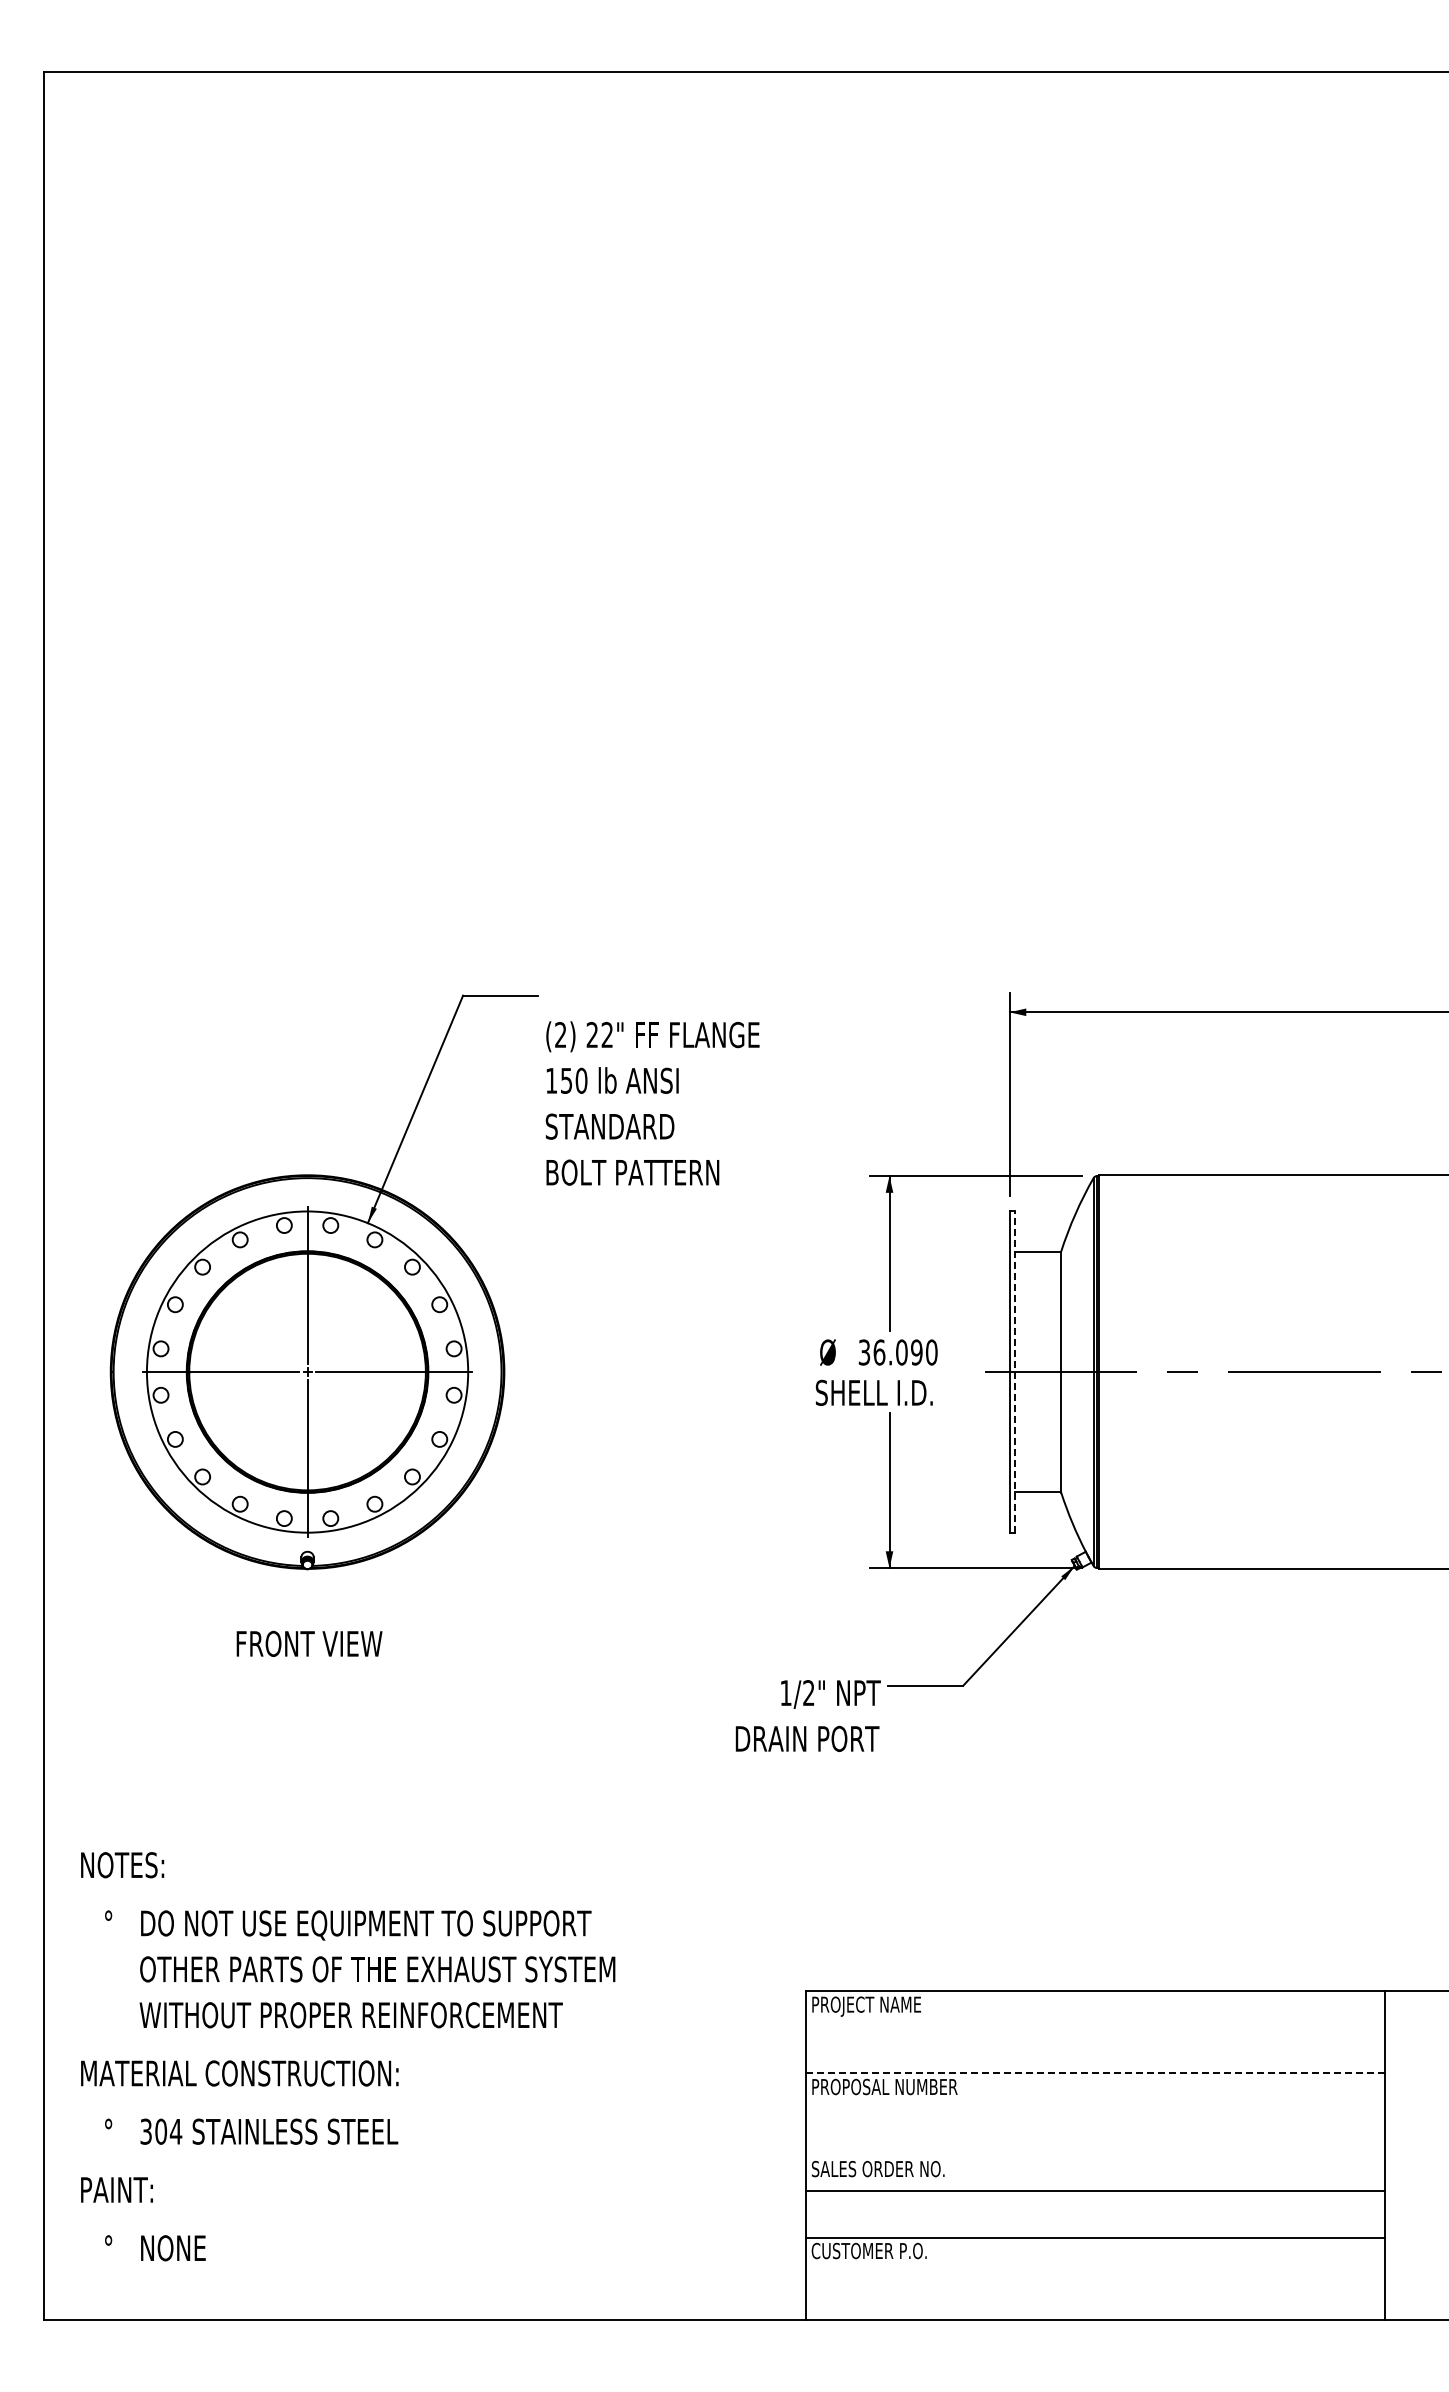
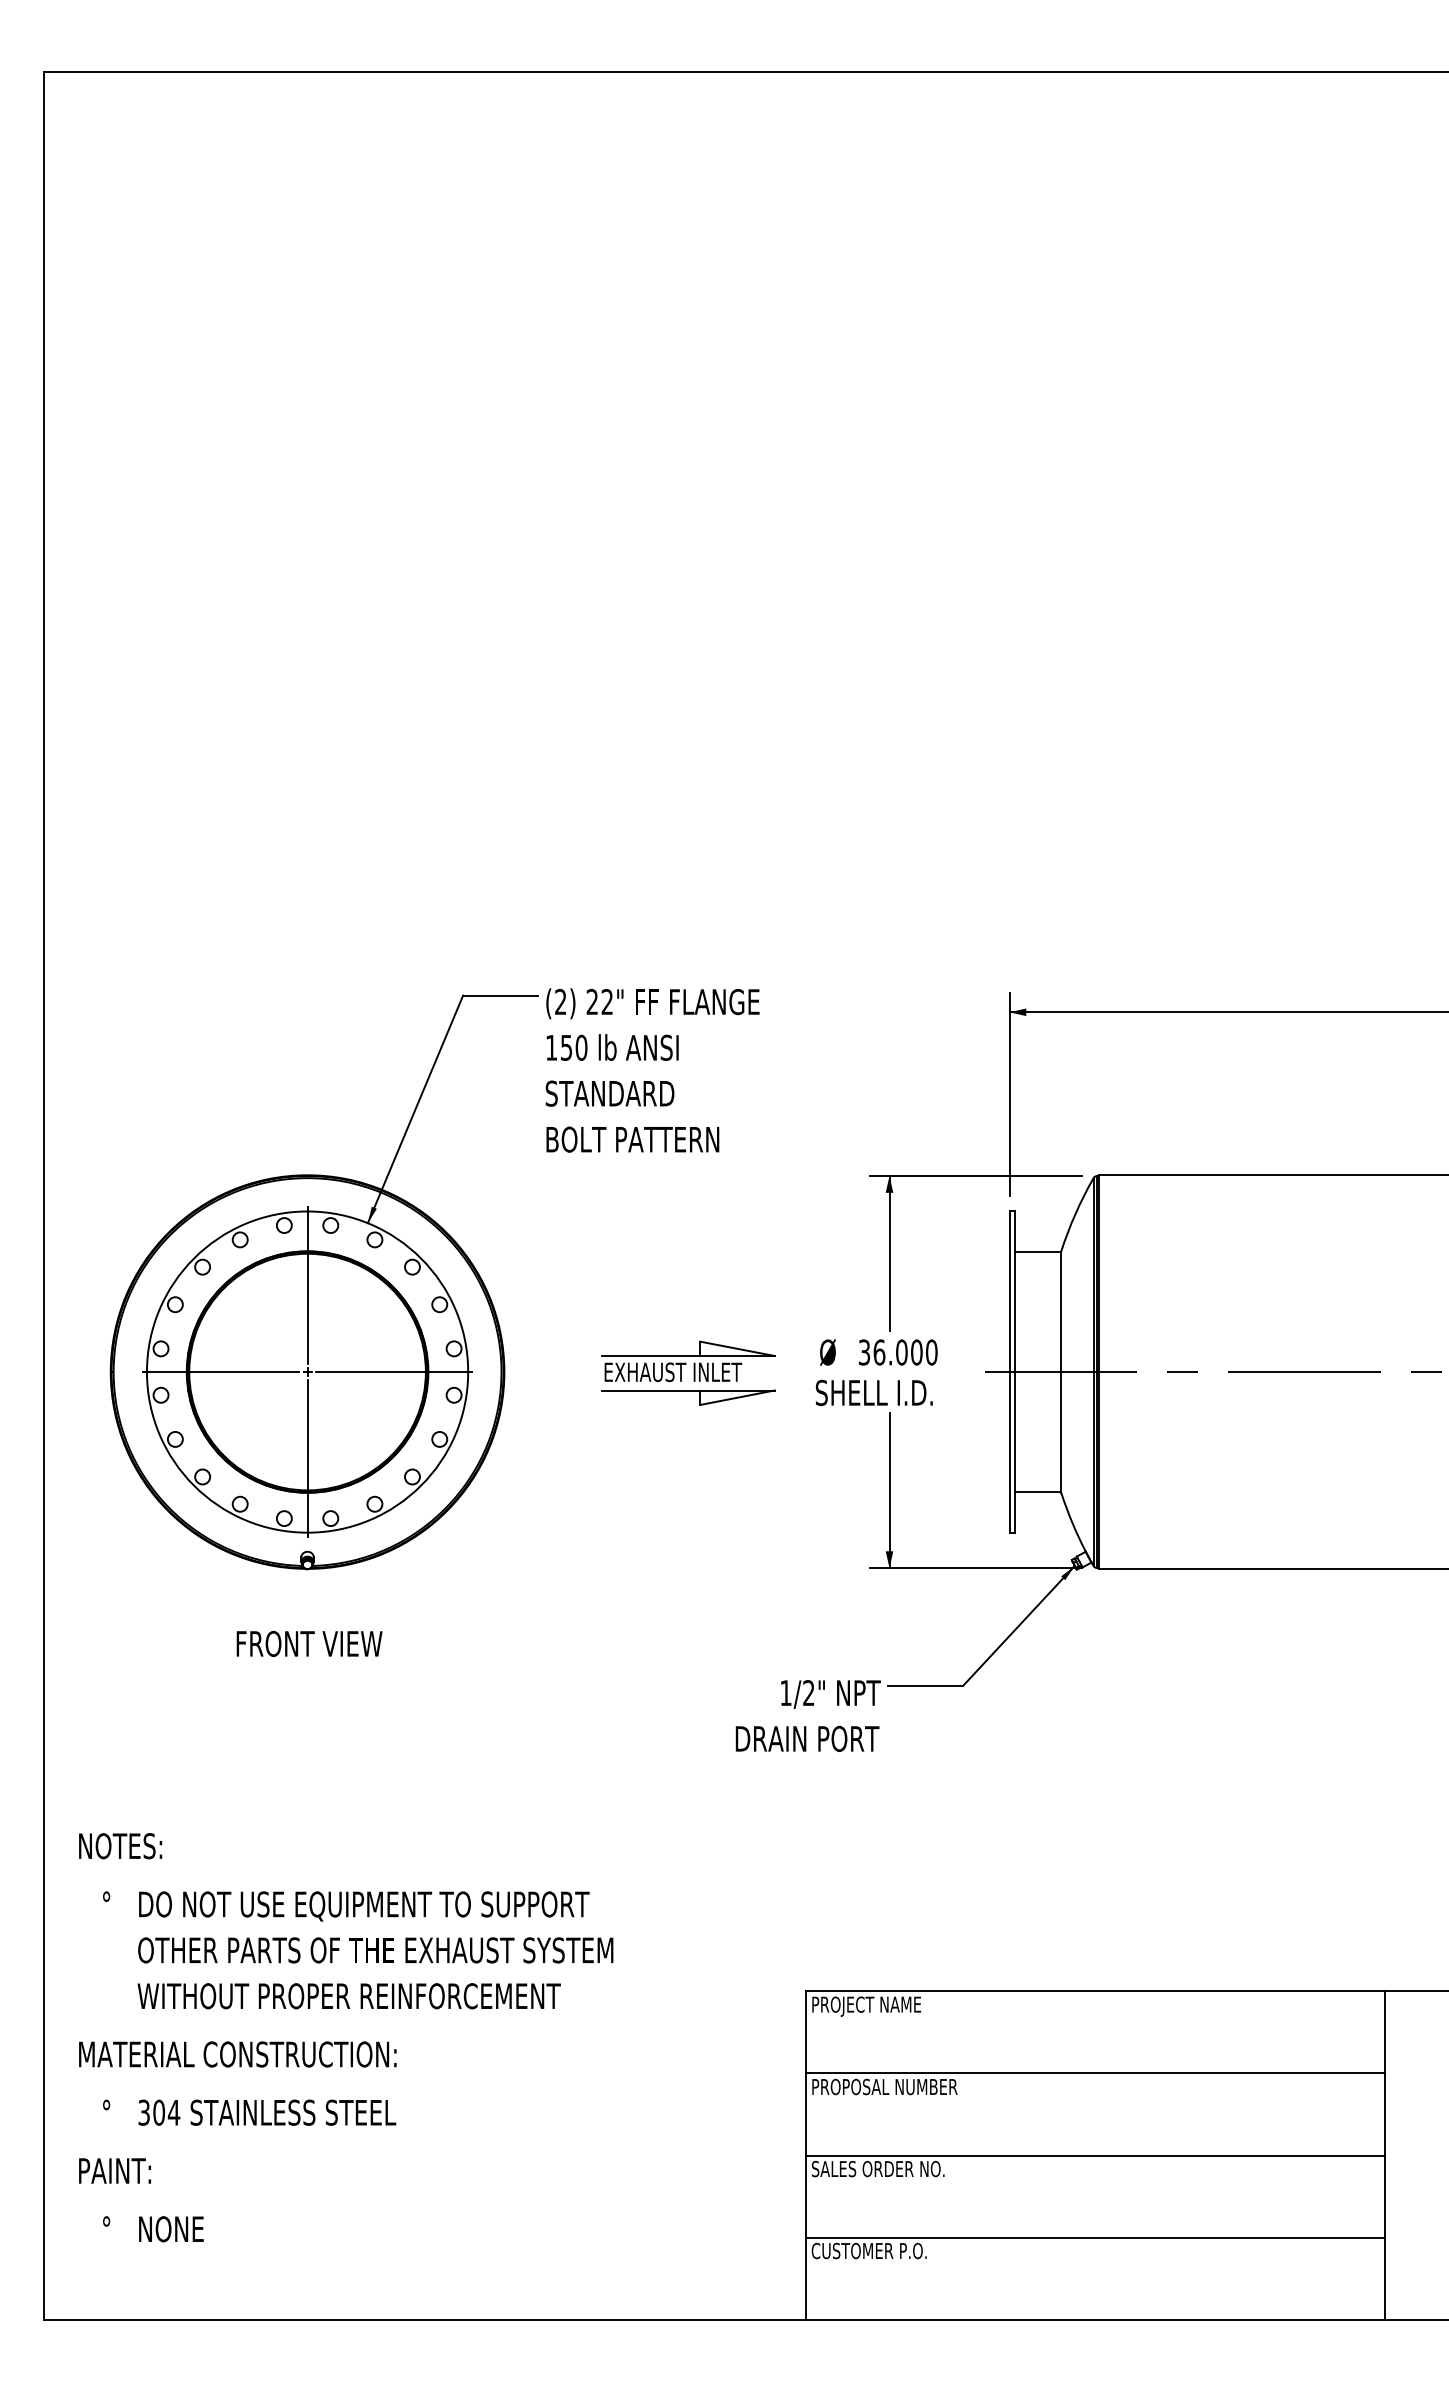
text at (652, 1103) position: (652, 1103) -> (652, 1070)
text at (916, 1352): 36.090 -> 36.000
part at (688, 1372): none -> present
line at (1015, 1372): dashed -> solid
text at (348, 2056) position: (348, 2056) -> (346, 2037)
line at (1095, 2073): dashed -> solid
line at (1095, 2190) position: (1095, 2190) -> (1095, 2155)
